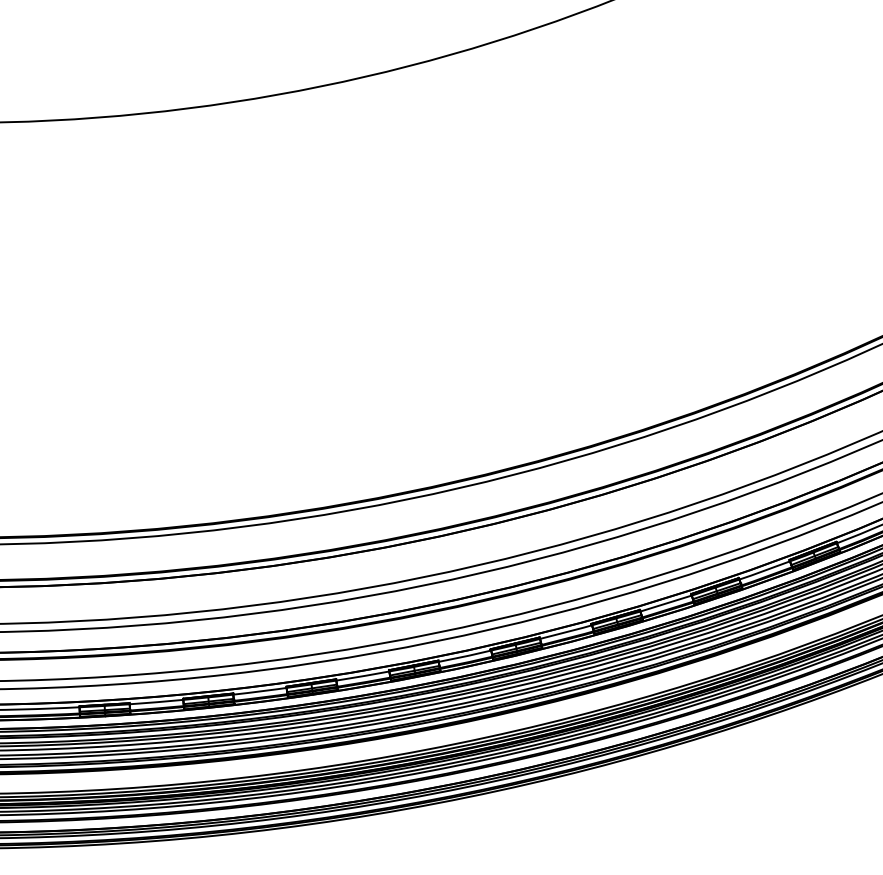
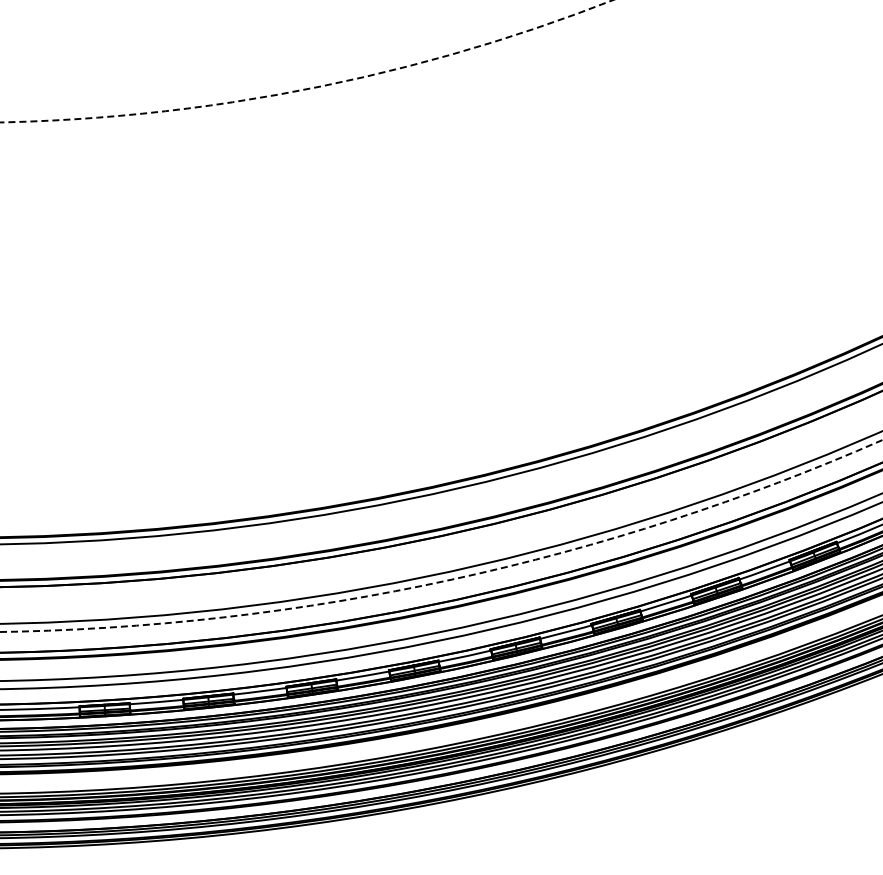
arc at (314, 87): solid -> dashed
arc at (452, 579): solid -> dashed
